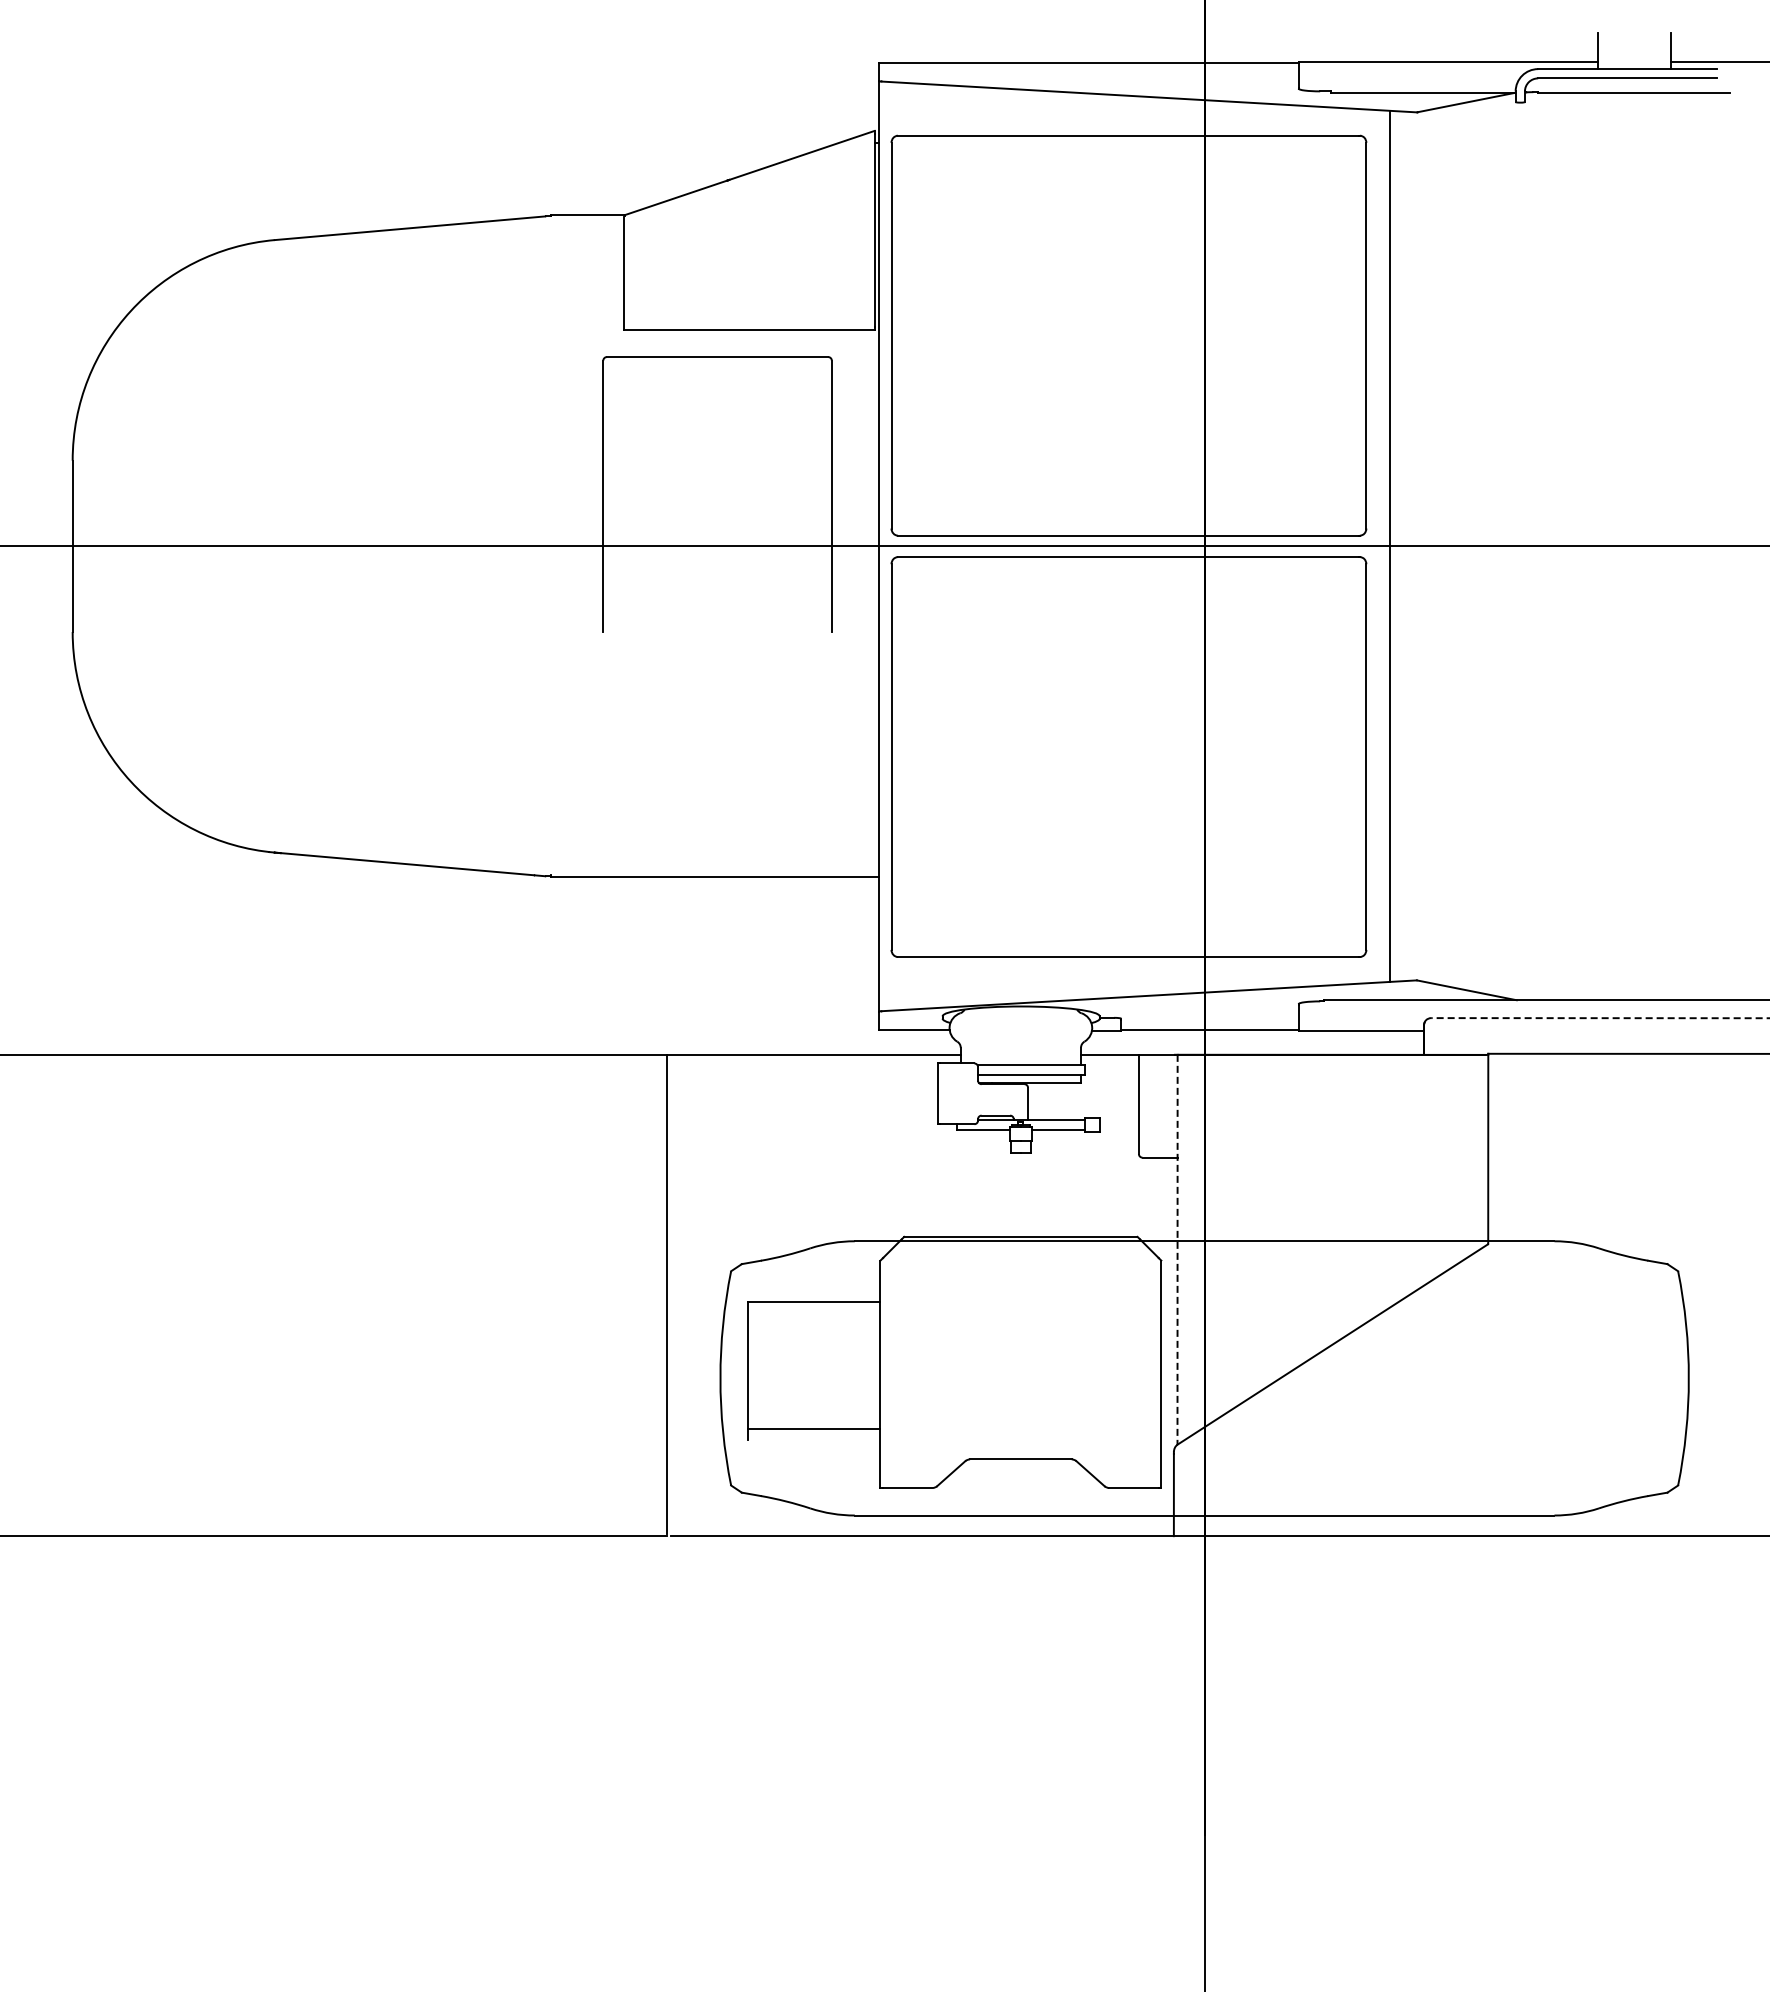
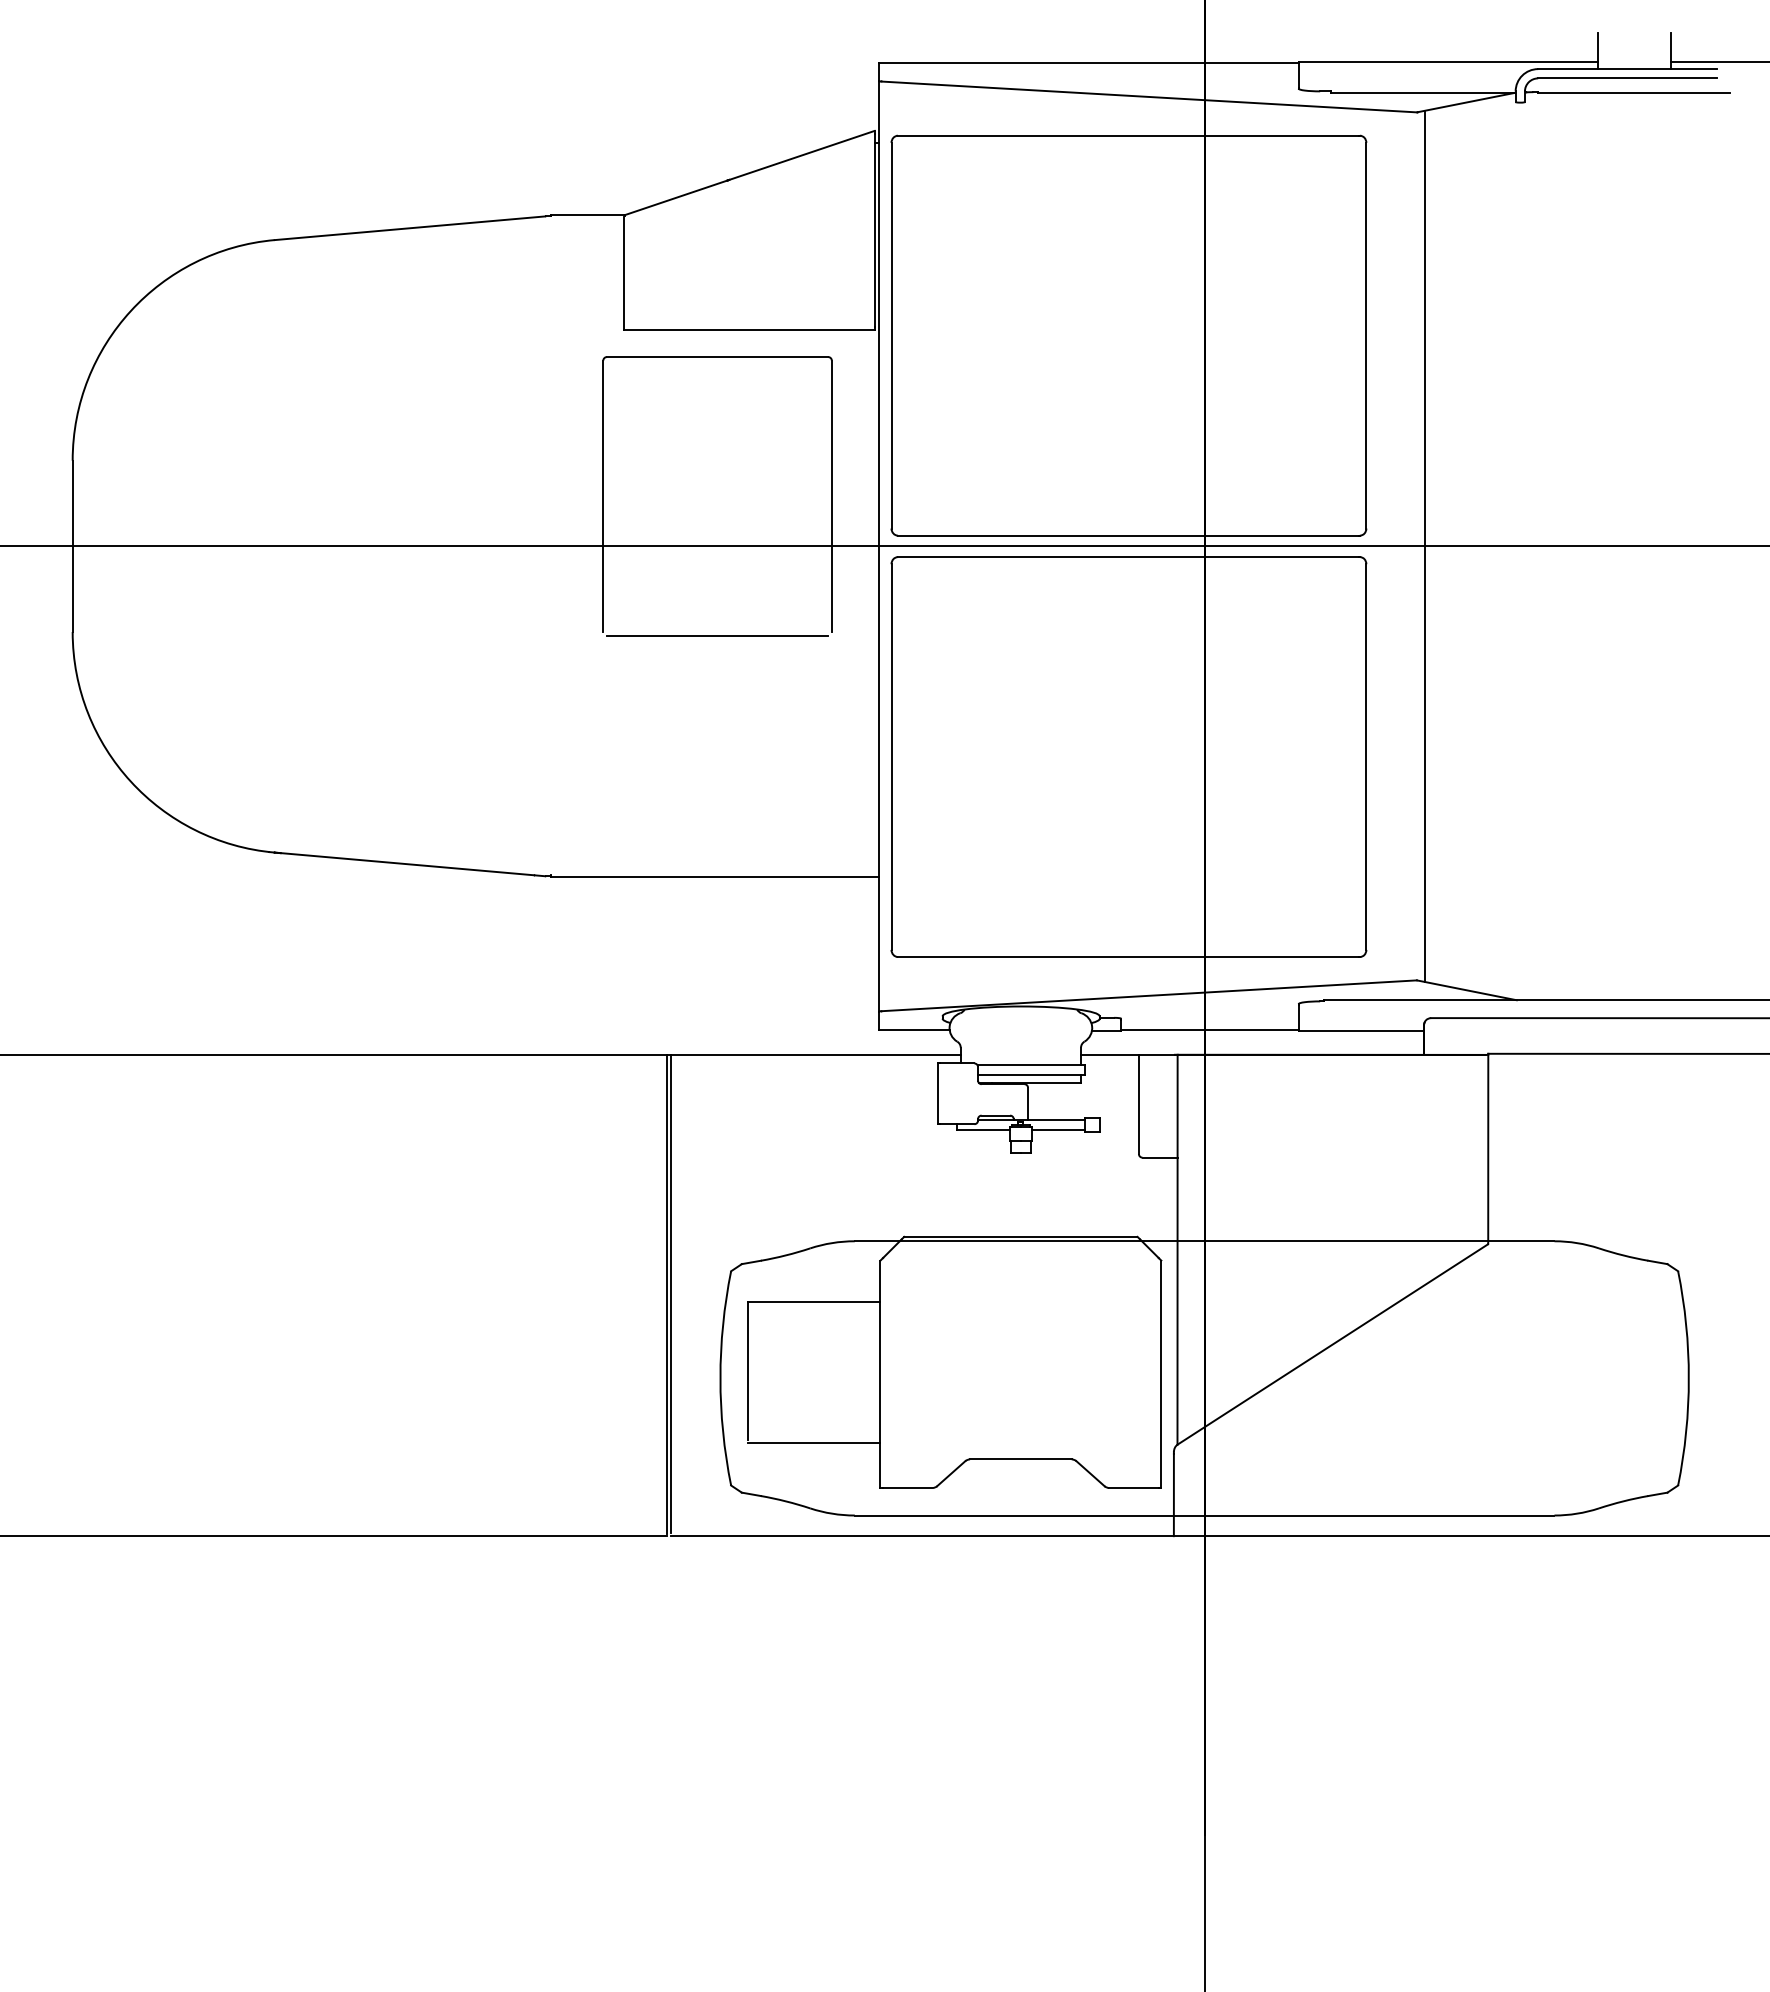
line at (1390, 546) position: (1390, 546) -> (1425, 546)
line at (717, 635): none -> present
line at (1600, 1018): dashed -> solid
line at (1177, 1249): dashed -> solid
line at (671, 1293): none -> present
line at (813, 1428) position: (813, 1428) -> (813, 1442)
